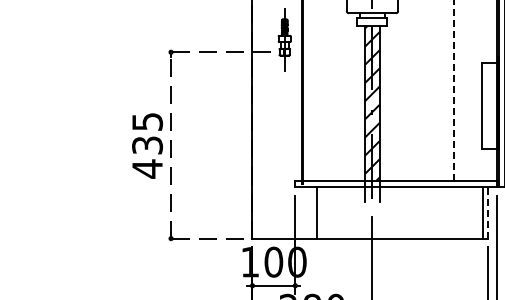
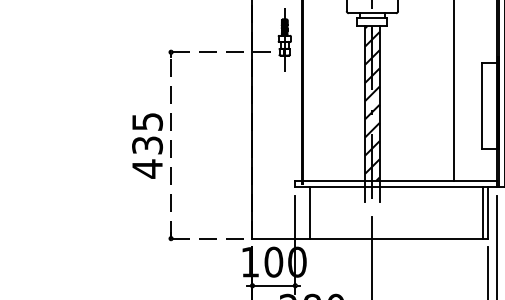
line at (453, 89): dashed -> solid
line at (317, 212) position: (317, 212) -> (310, 212)
line at (487, 212): dashed -> solid
